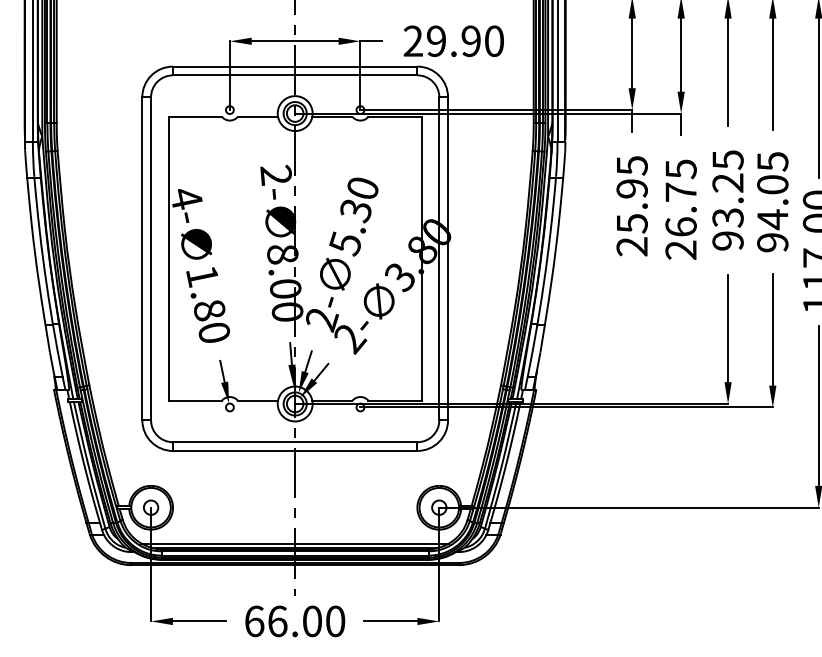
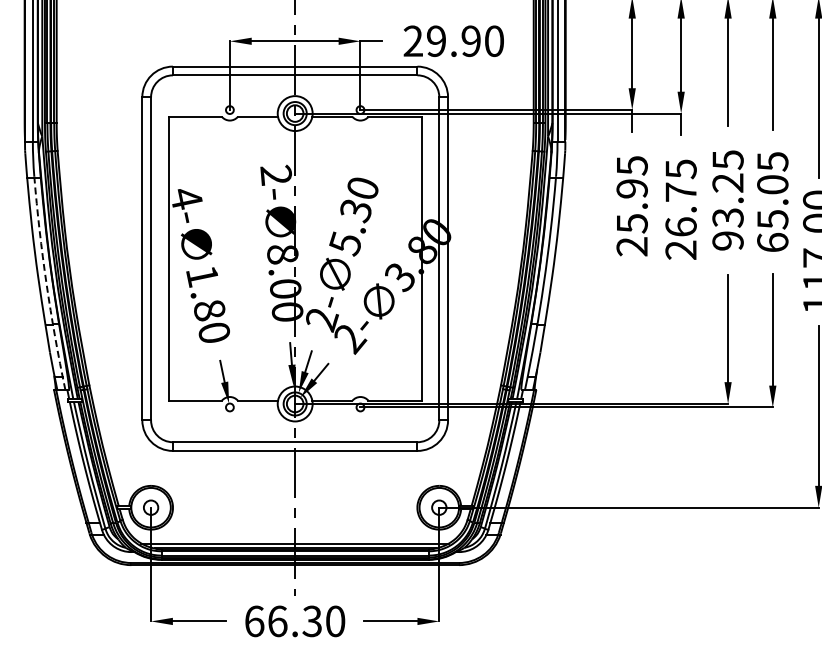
text at (772, 230): 94.05 -> 65.05
arc at (46, 283): solid -> dashed
text at (311, 621): 66.00 -> 66.30
